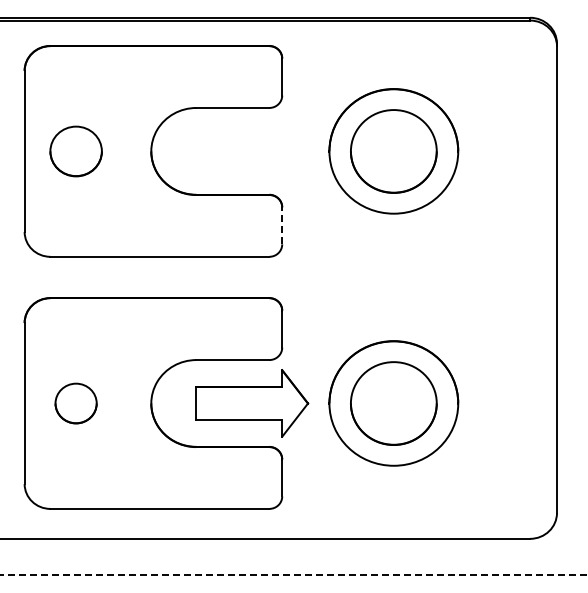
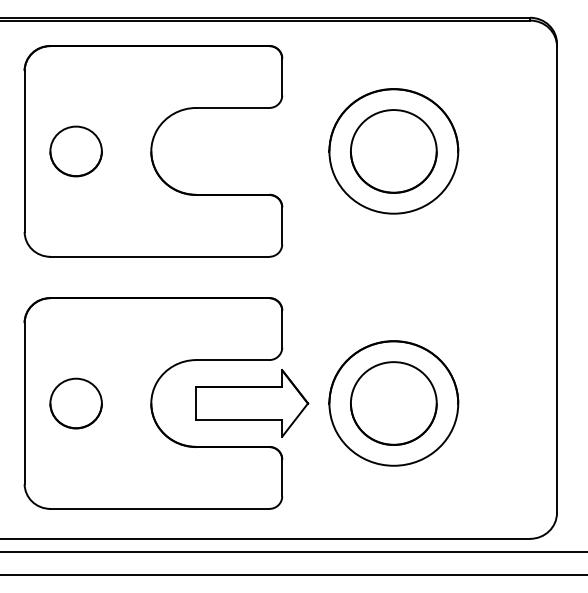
line at (282, 225): dashed -> solid
part at (75, 403) size: 44x43 px -> 54x53 px
line at (293, 551): none -> present
line at (293, 575): dashed -> solid
